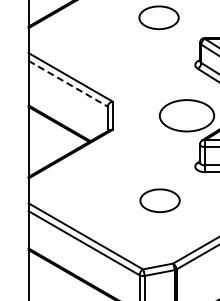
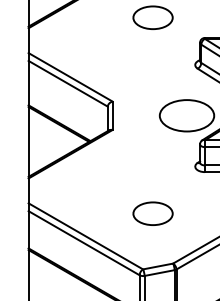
part at (158, 17) position: (158, 17) -> (152, 17)
line at (68, 83): dashed -> solid
part at (159, 200) position: (159, 200) -> (152, 213)
